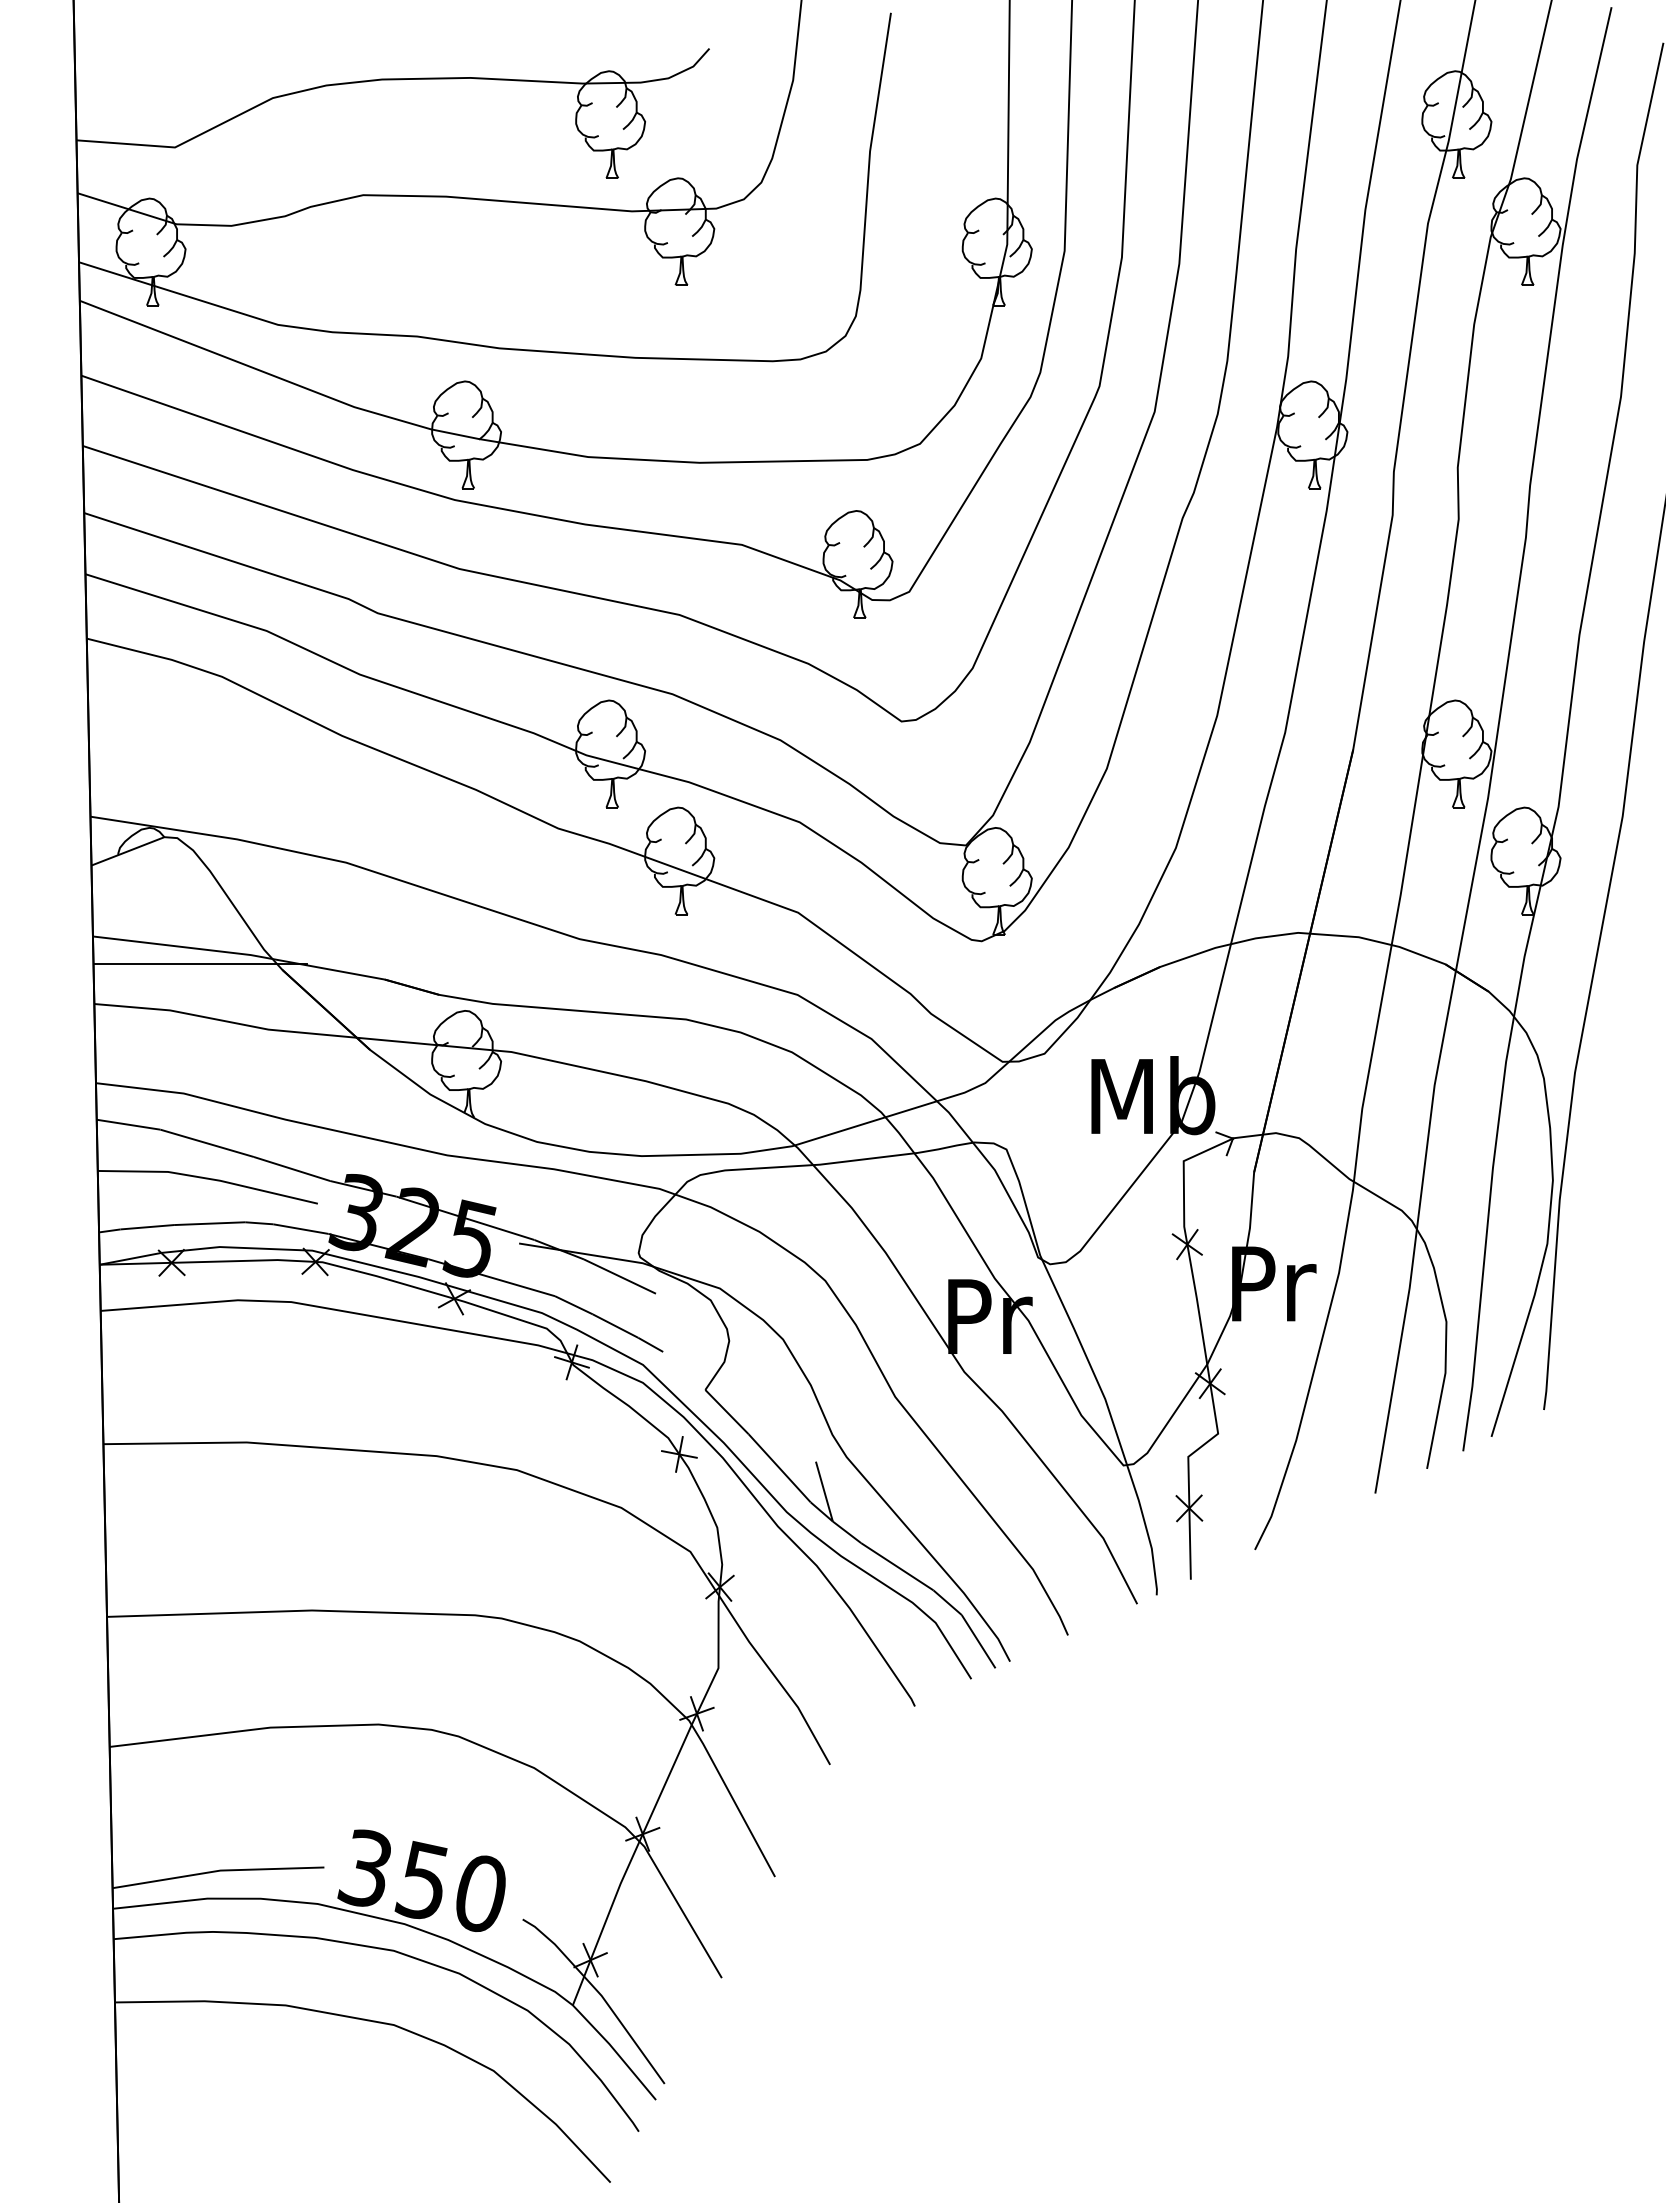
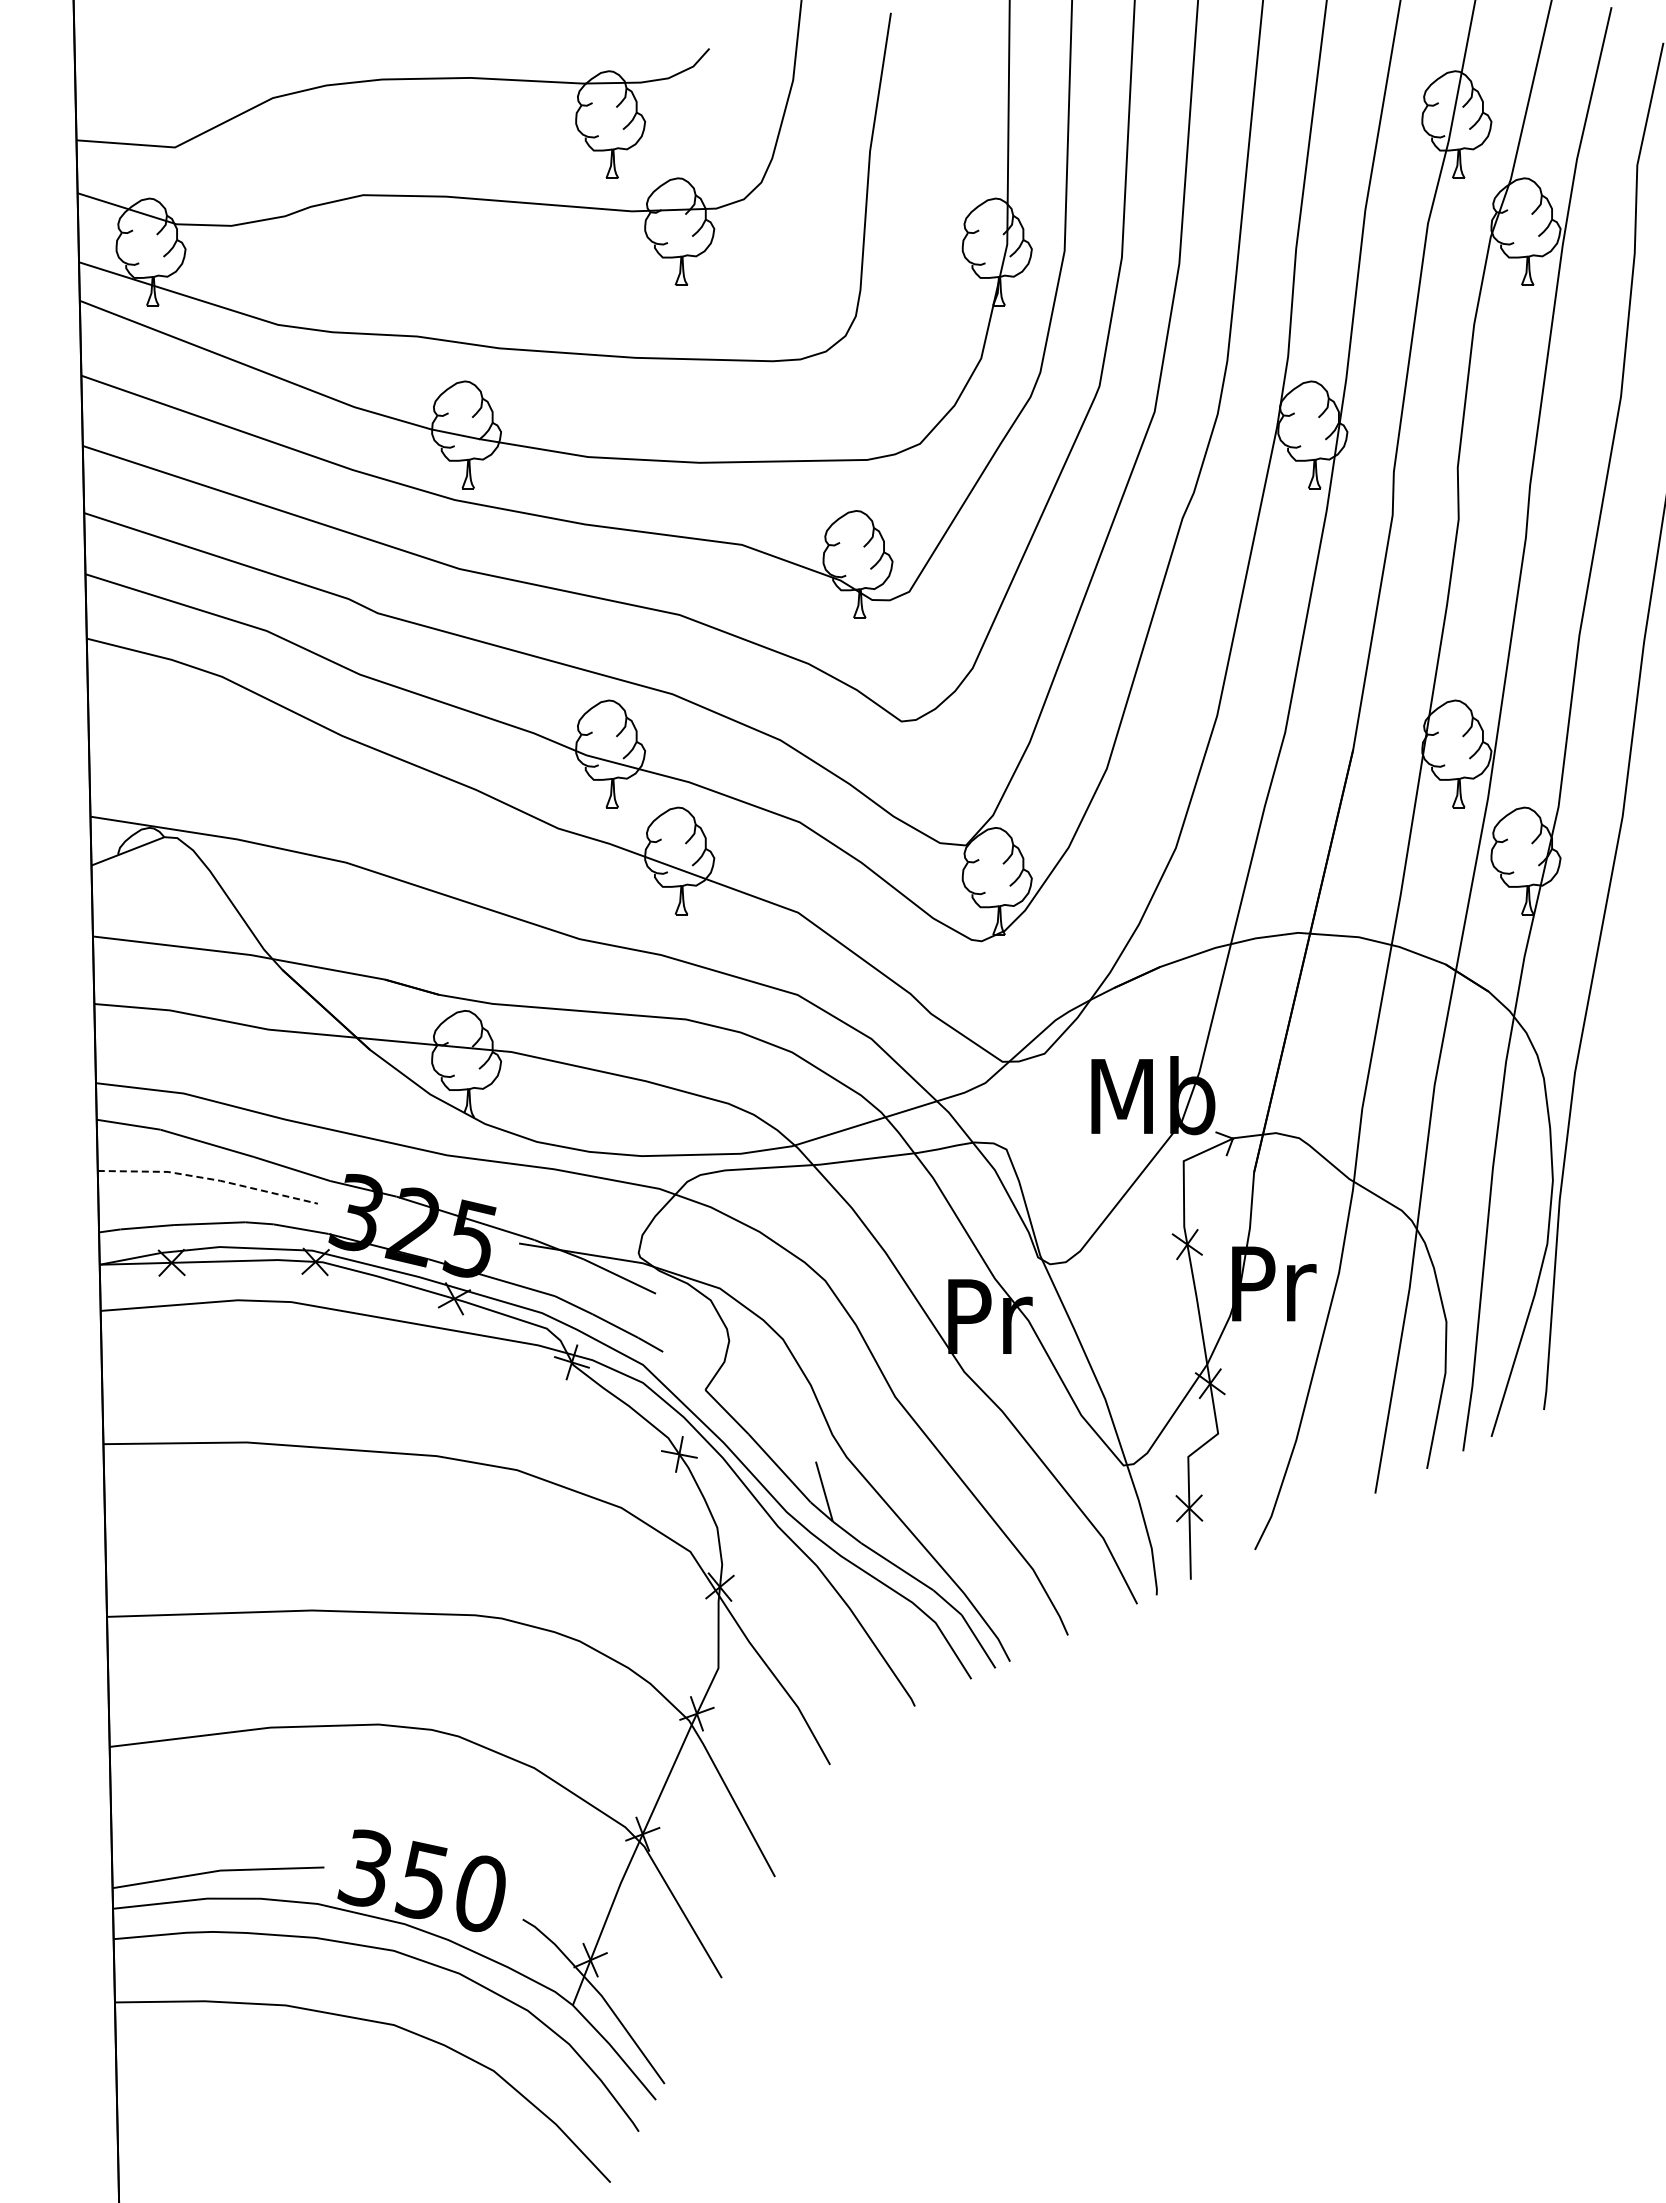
line at (199, 963): present -> none
line at (208, 1178): solid -> dashed
